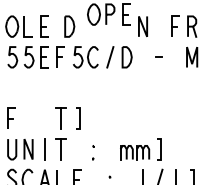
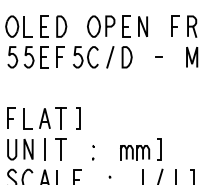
part at (108, 14) position: (108, 14) -> (108, 26)
part at (69, 26) position: (69, 26) -> (61, 26)
part at (36, 118): none -> present
